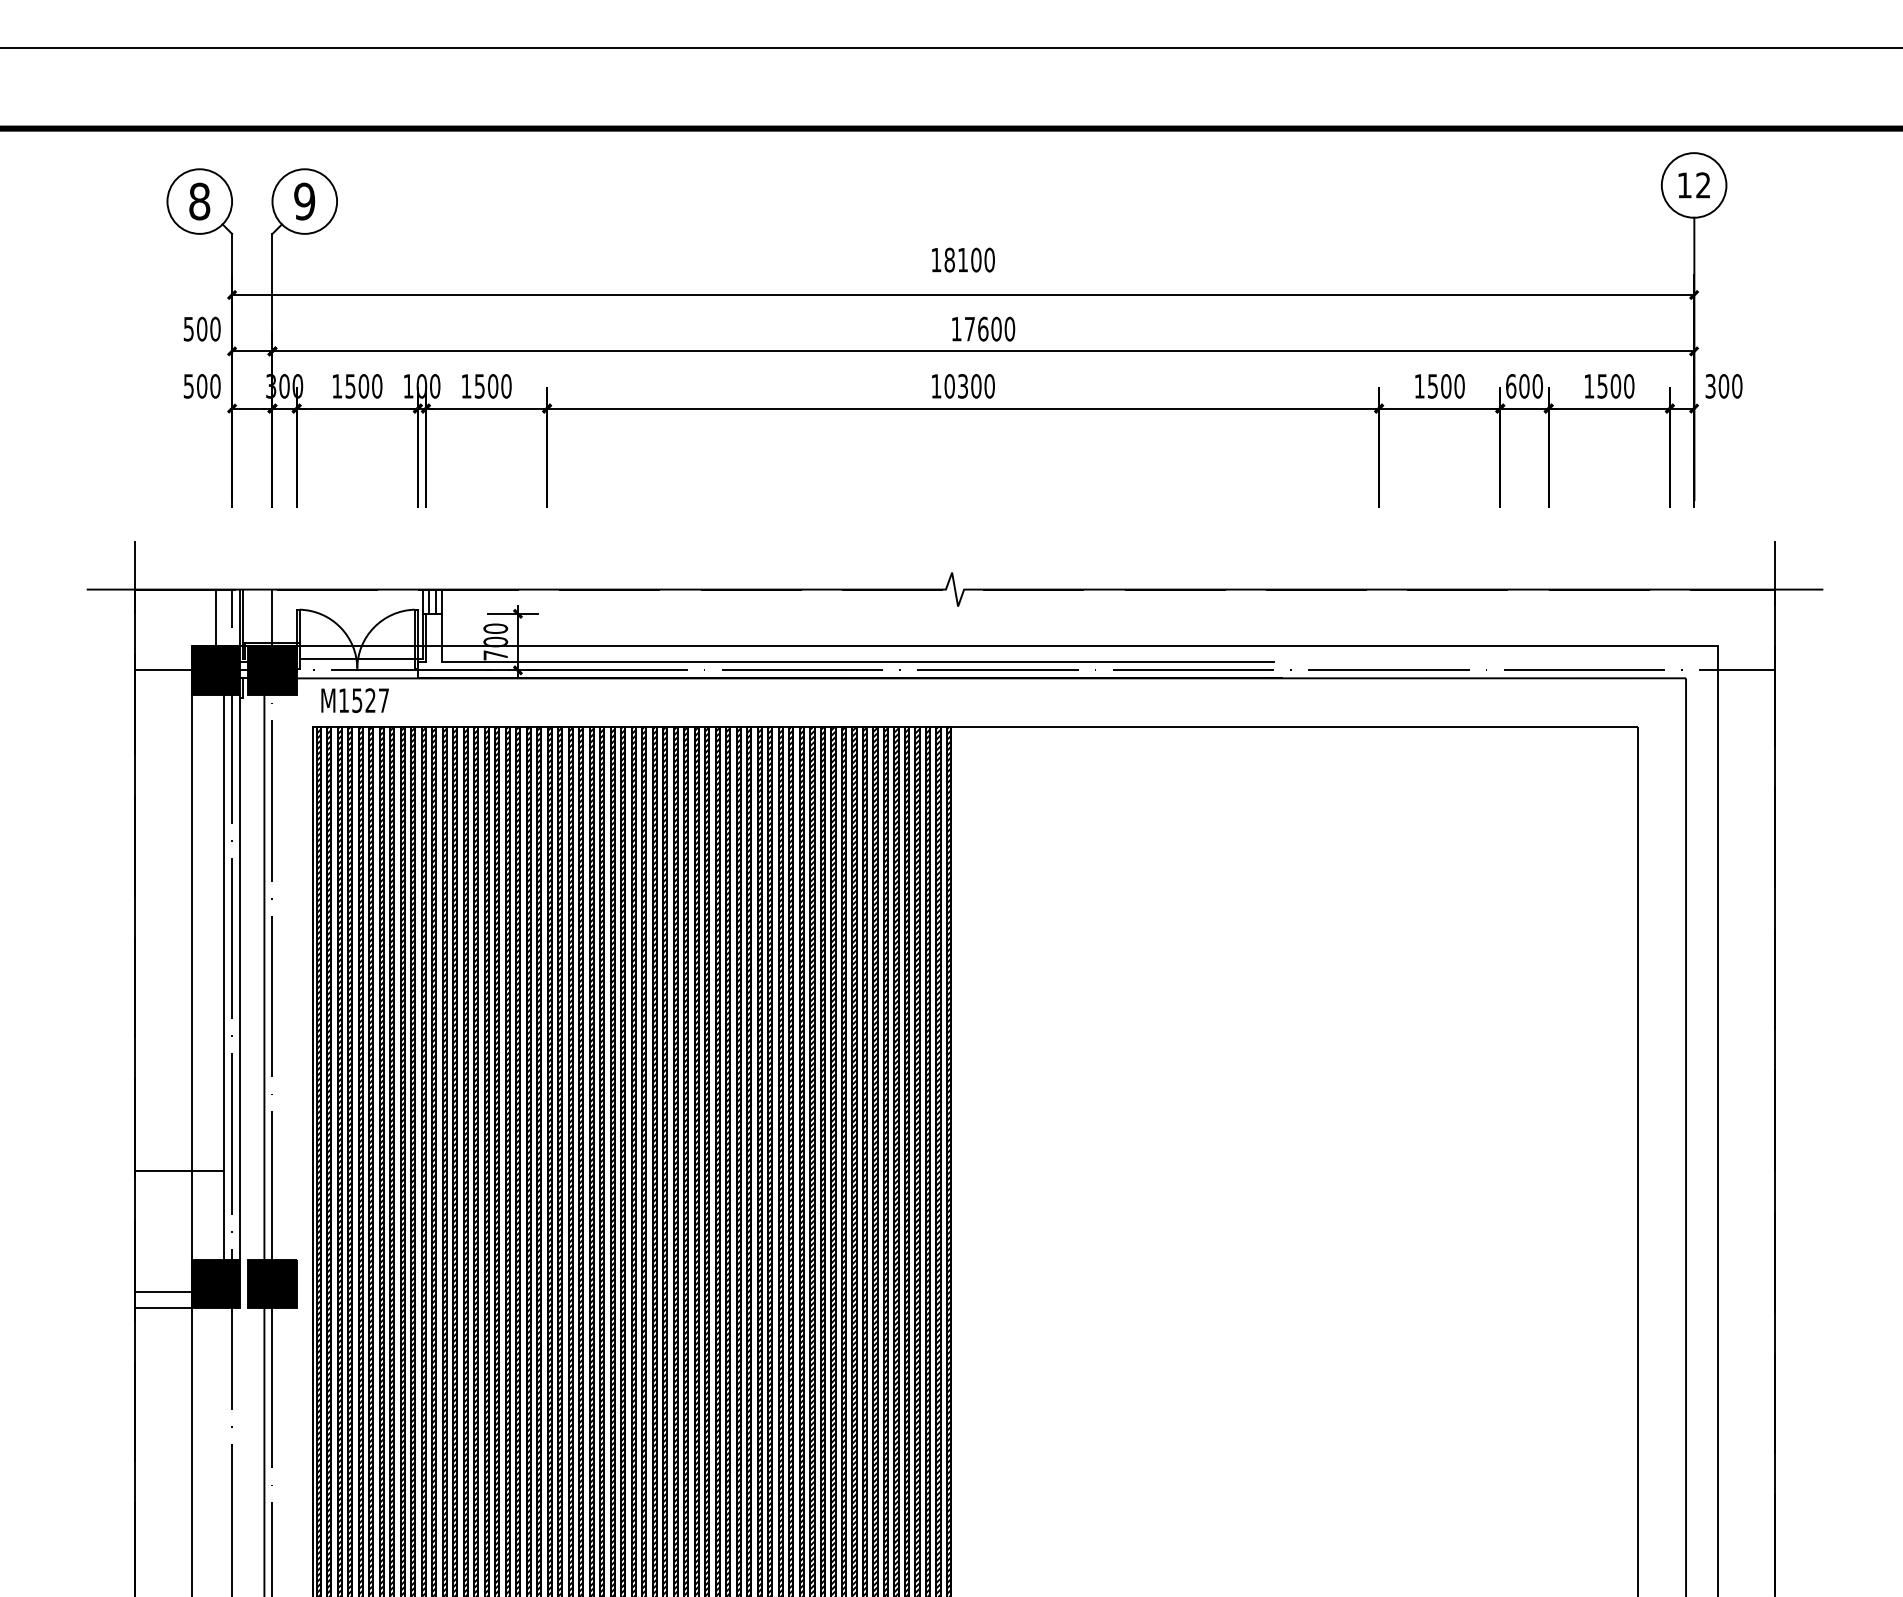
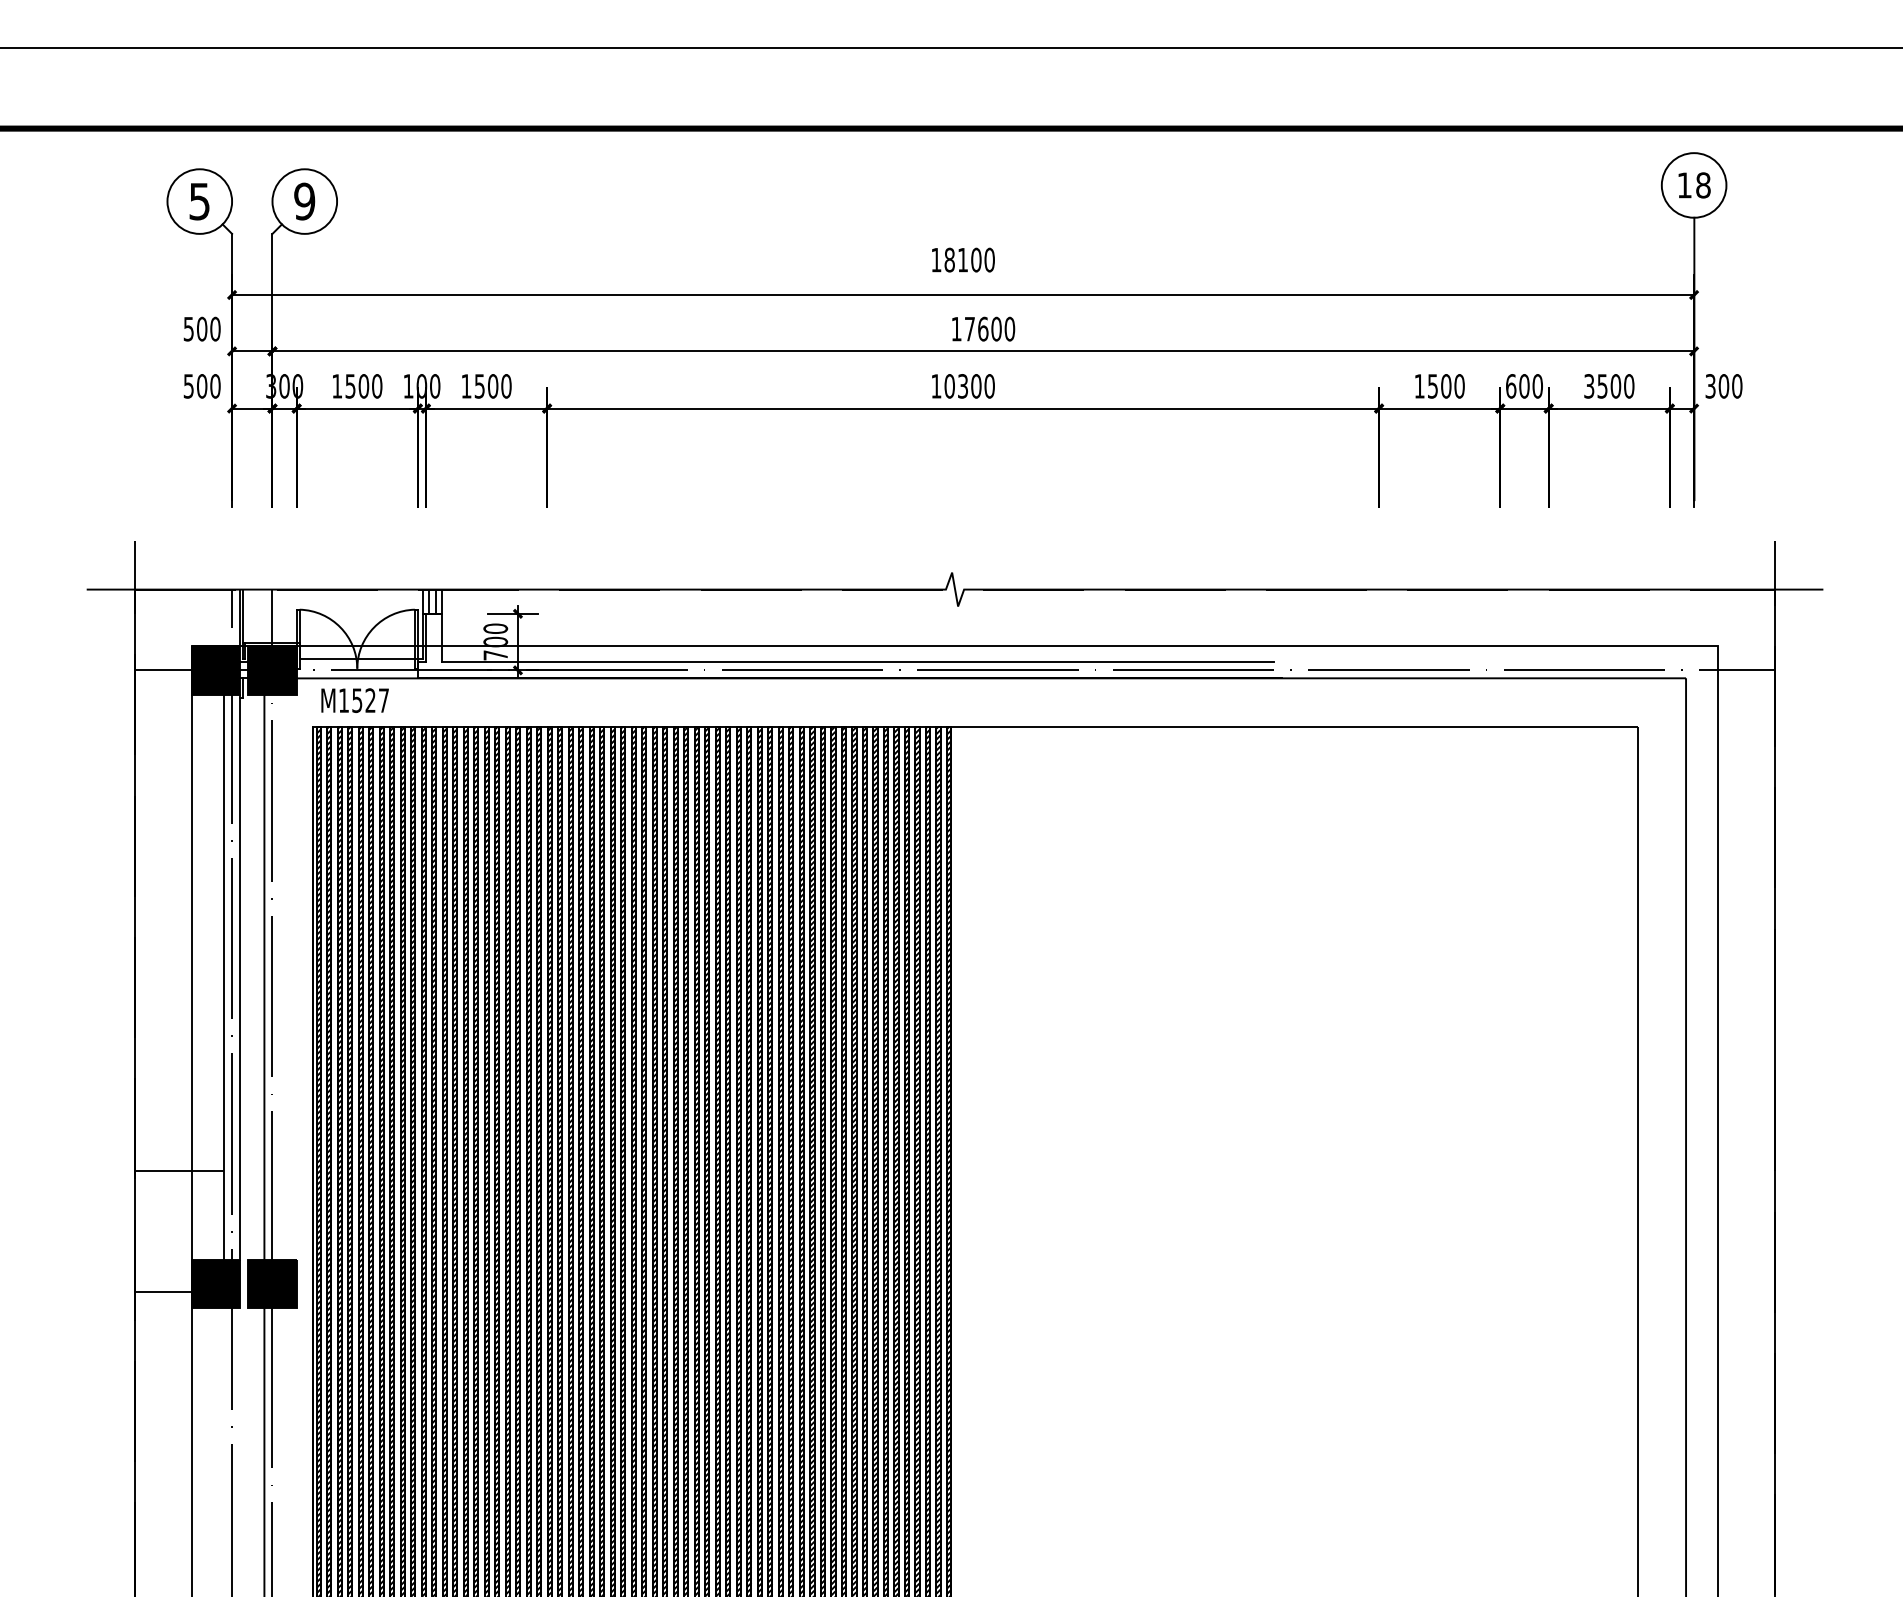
text at (1703, 185): 12 -> 18
text at (199, 201): 8 -> 5
text at (1589, 386): 1500 -> 3500
line at (215, 617): present -> none
line at (163, 1308): present -> none
